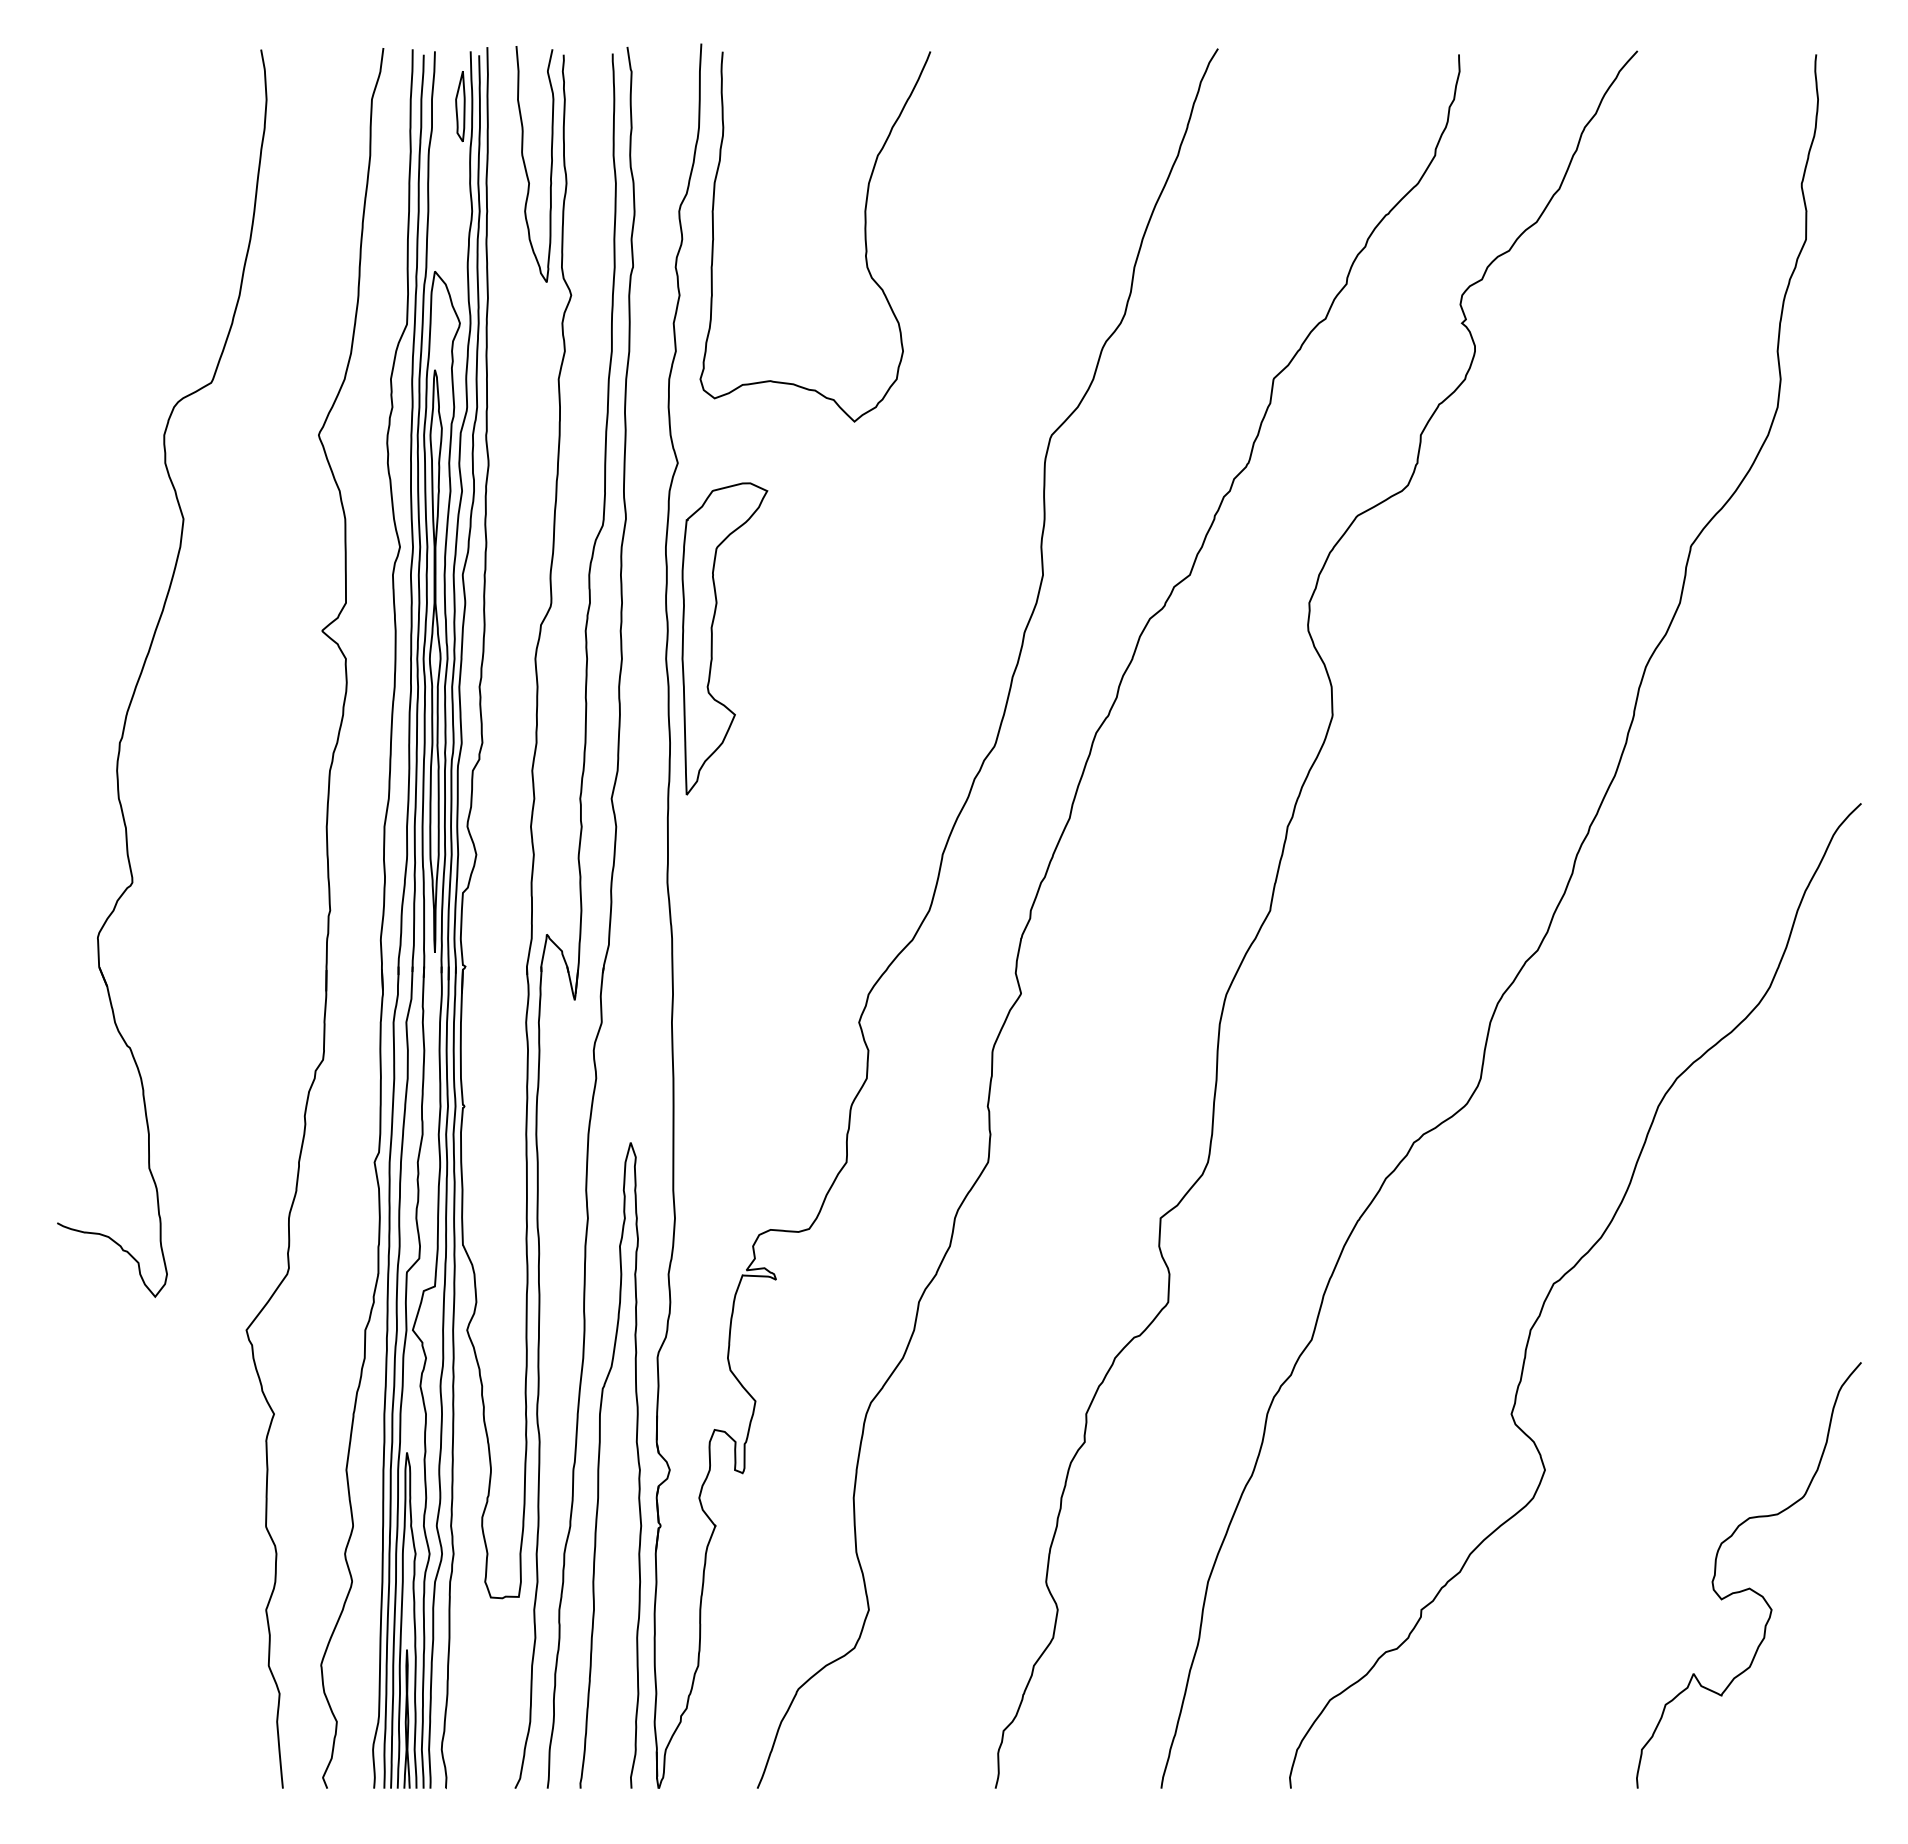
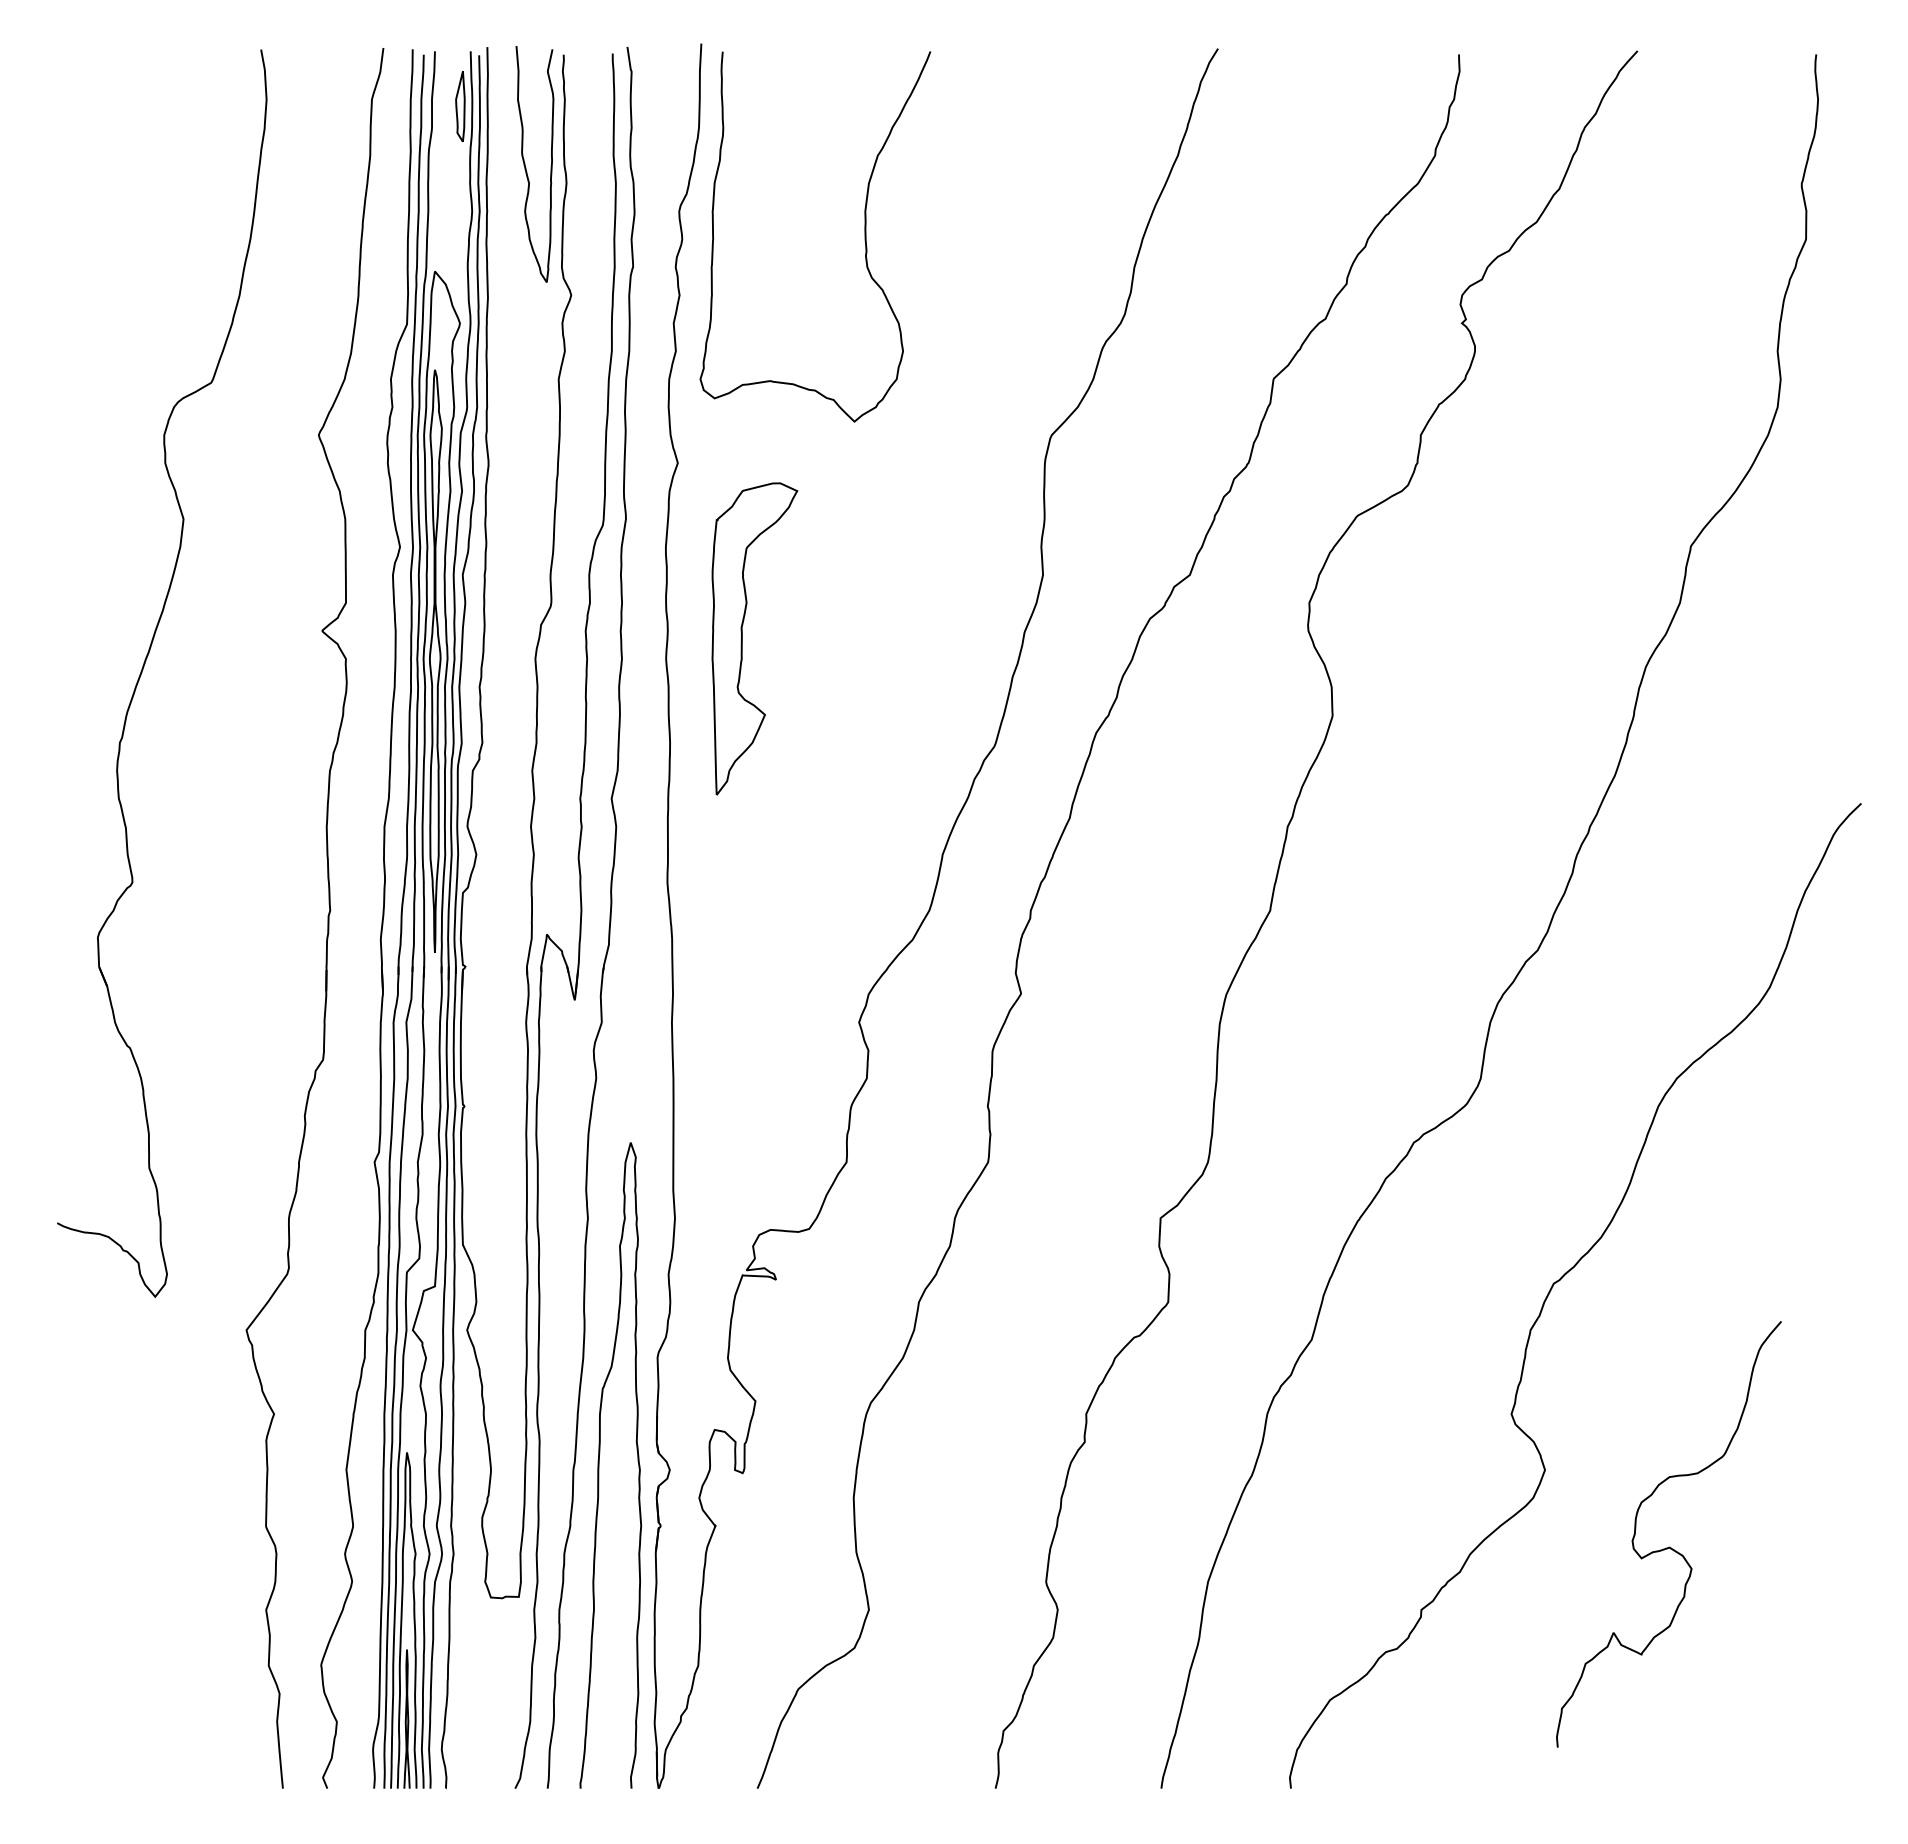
part at (712, 638) position: (712, 638) -> (742, 638)
curve at (1749, 1587) position: (1749, 1587) -> (1669, 1546)
